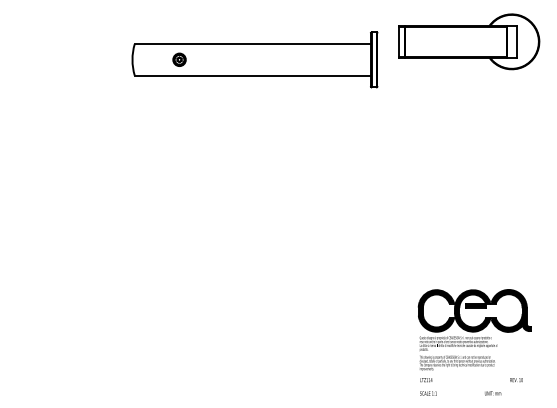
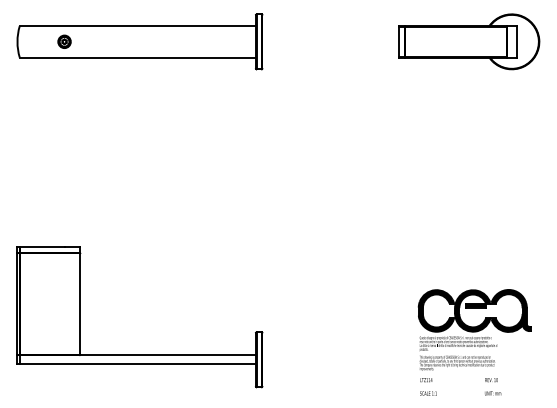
part at (254, 59) position: (254, 59) -> (139, 41)
part at (139, 354): none -> present
text at (516, 380) position: (516, 380) -> (491, 380)
